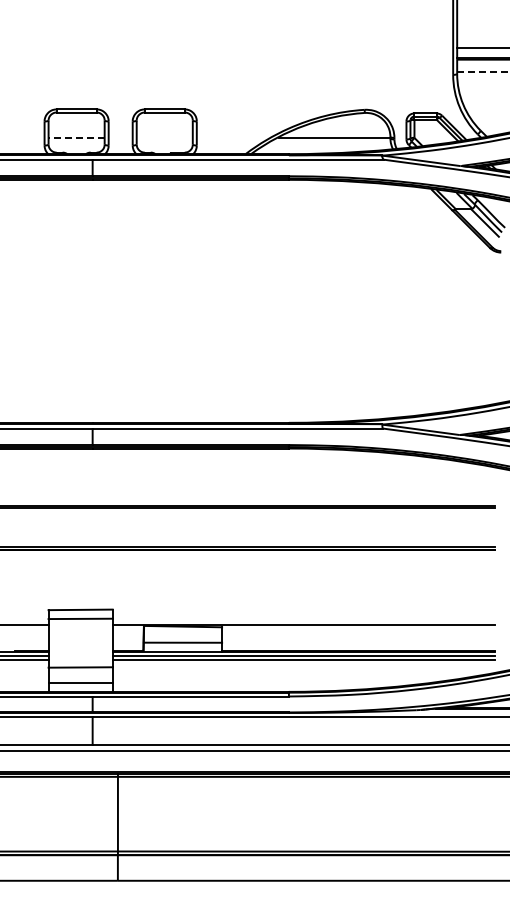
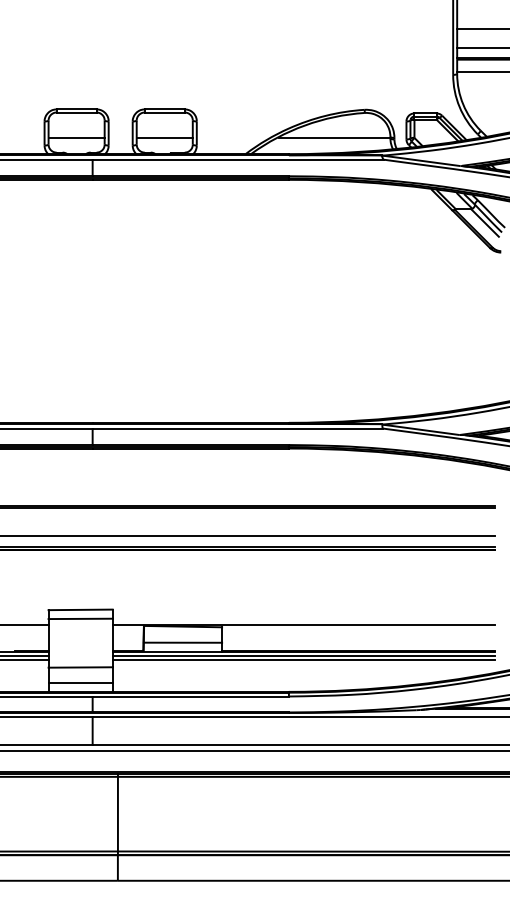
line at (481, 28): none -> present
line at (483, 72): dashed -> solid
line at (76, 137): dashed -> solid
line at (164, 137): none -> present
line at (248, 535): none -> present
